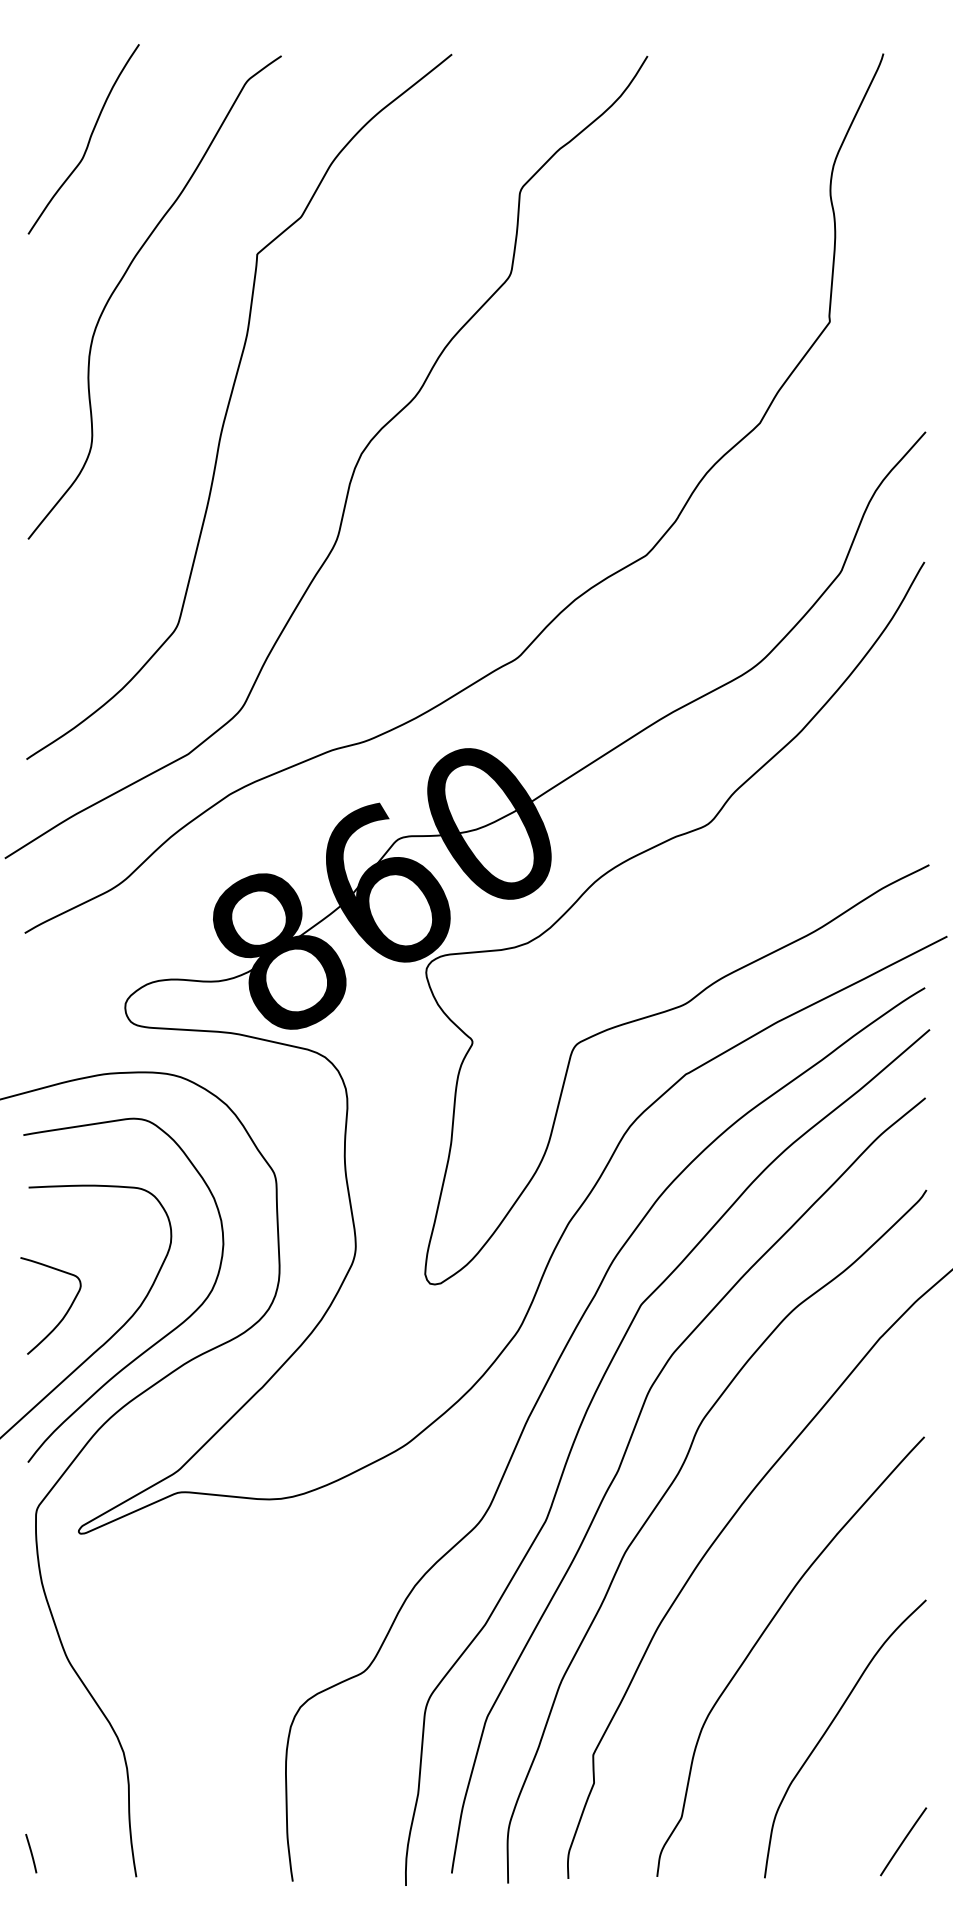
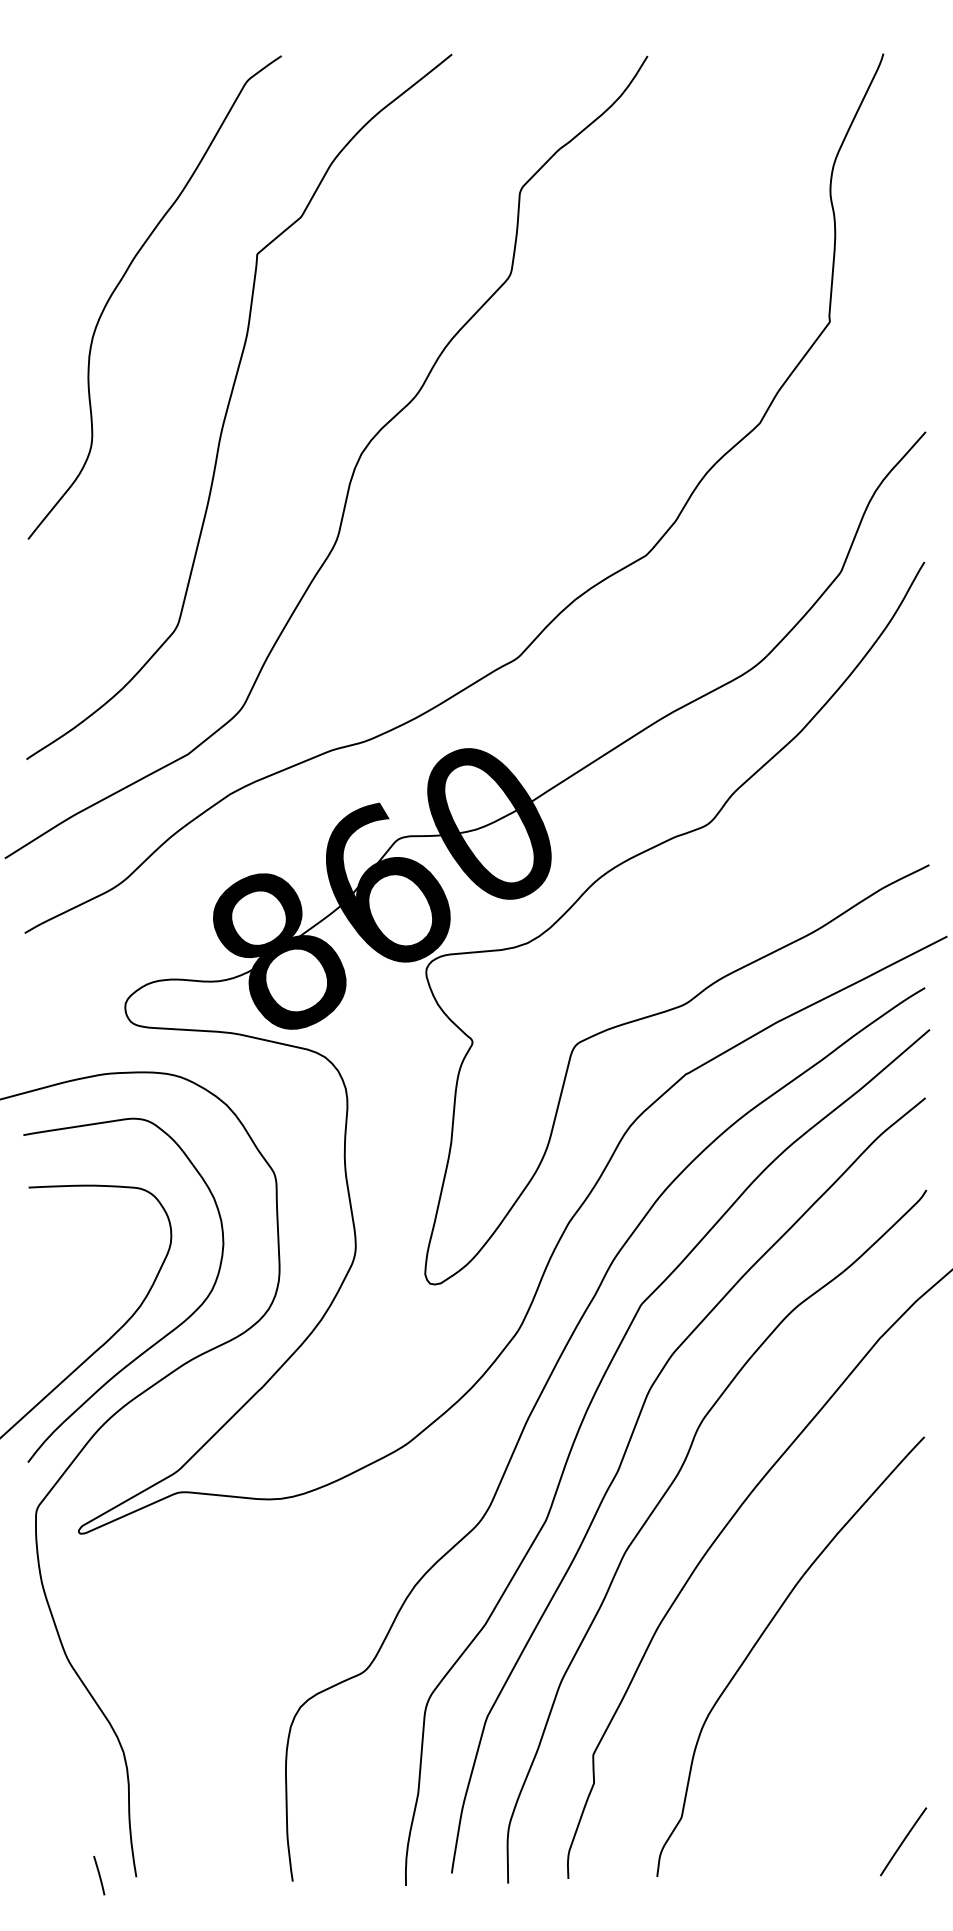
curve at (88, 140): present -> none
curve at (64, 1314): present -> none
curve at (830, 1726): present -> none
line at (31, 1853) position: (31, 1853) -> (99, 1875)
